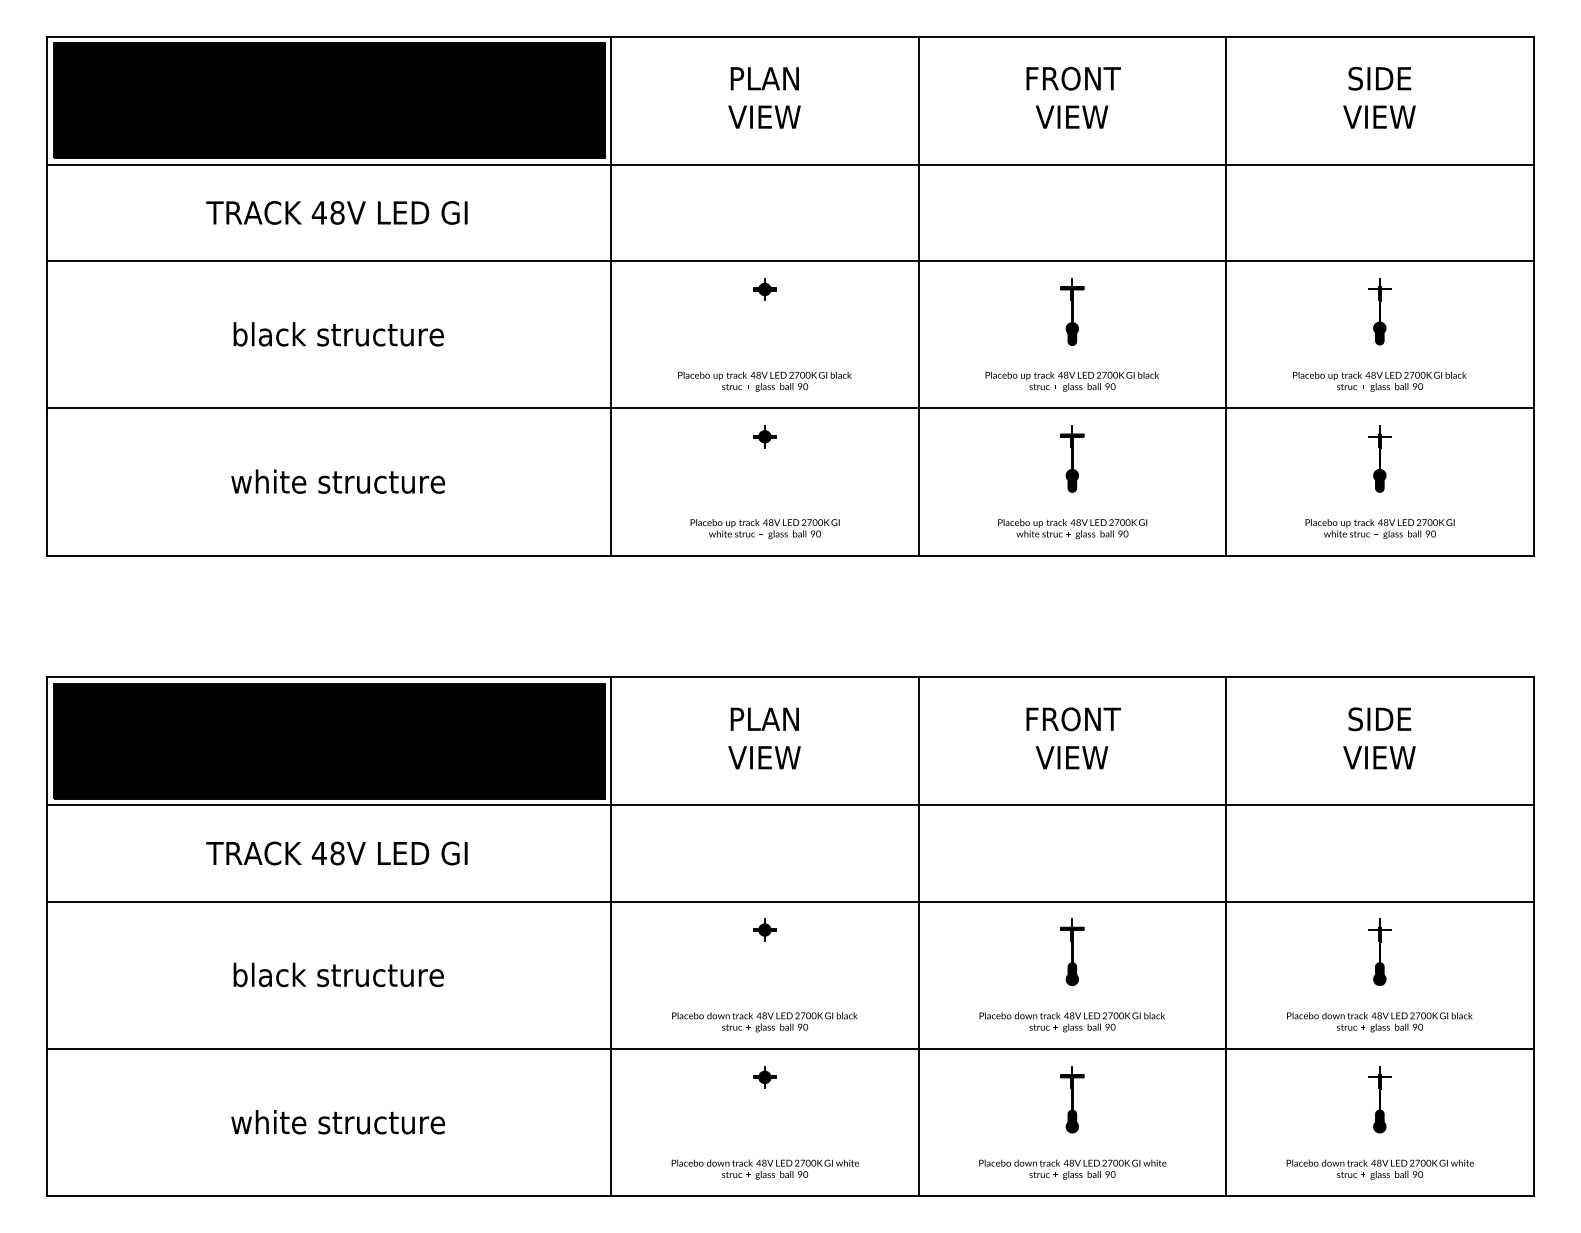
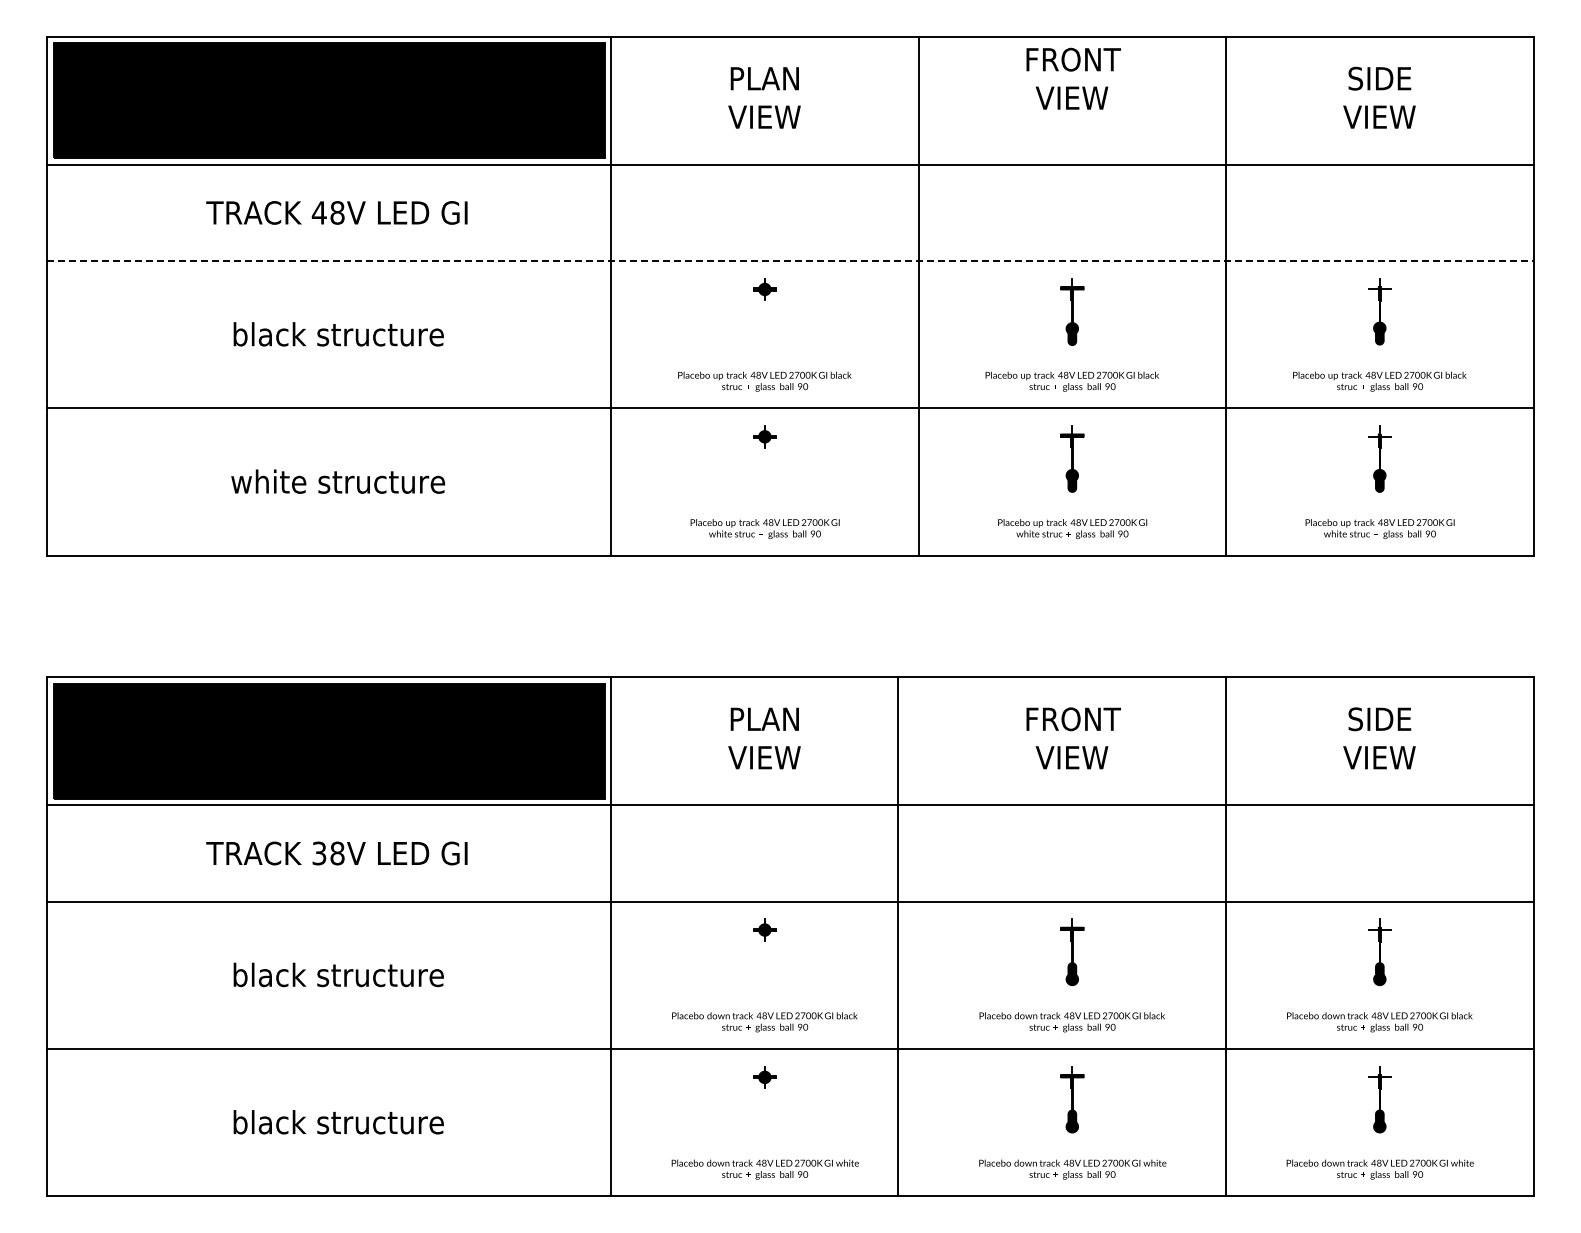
text at (1073, 97) position: (1073, 97) -> (1073, 78)
line at (790, 260): solid -> dashed
text at (318, 853): 48V -> 38V
line at (918, 936) position: (918, 936) -> (897, 936)
text at (338, 1122): white structure -> black structure
